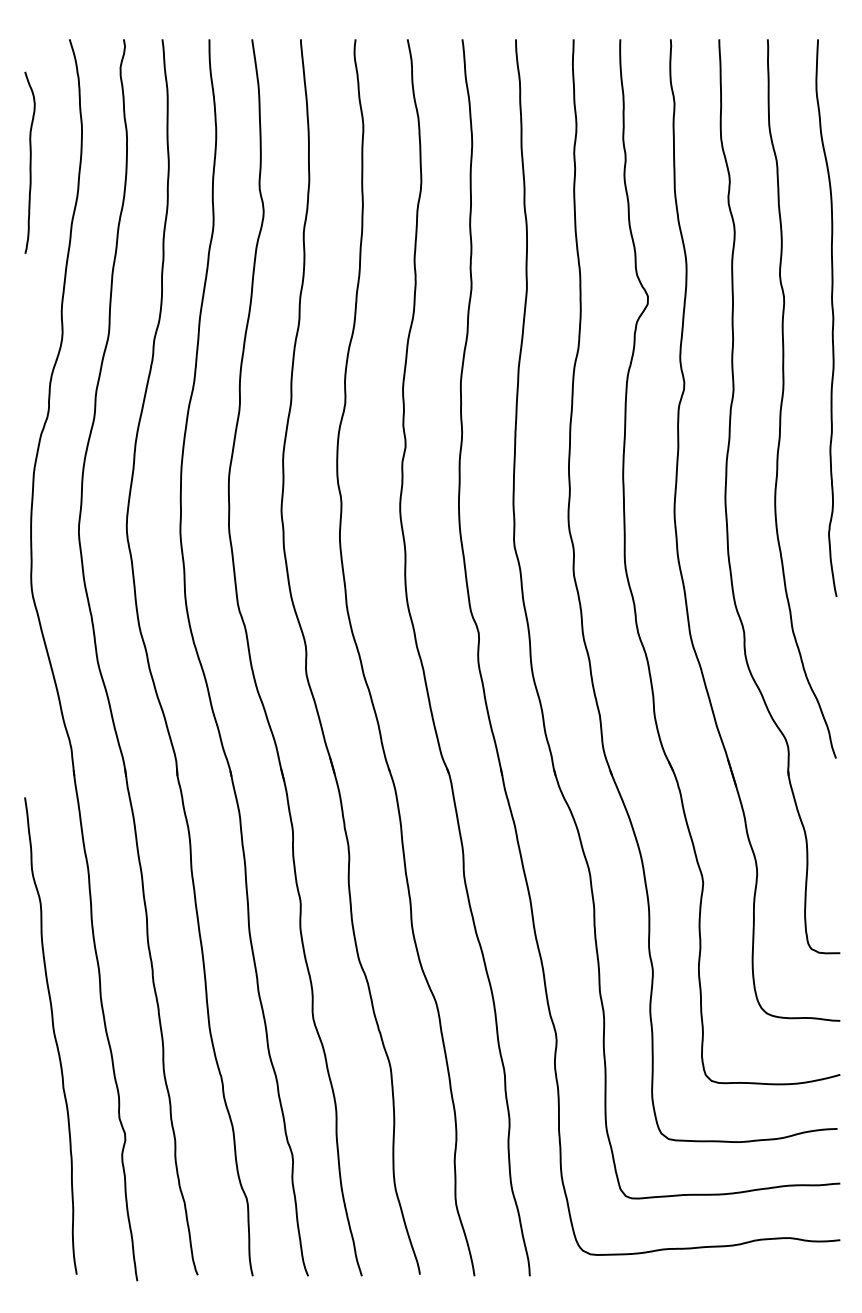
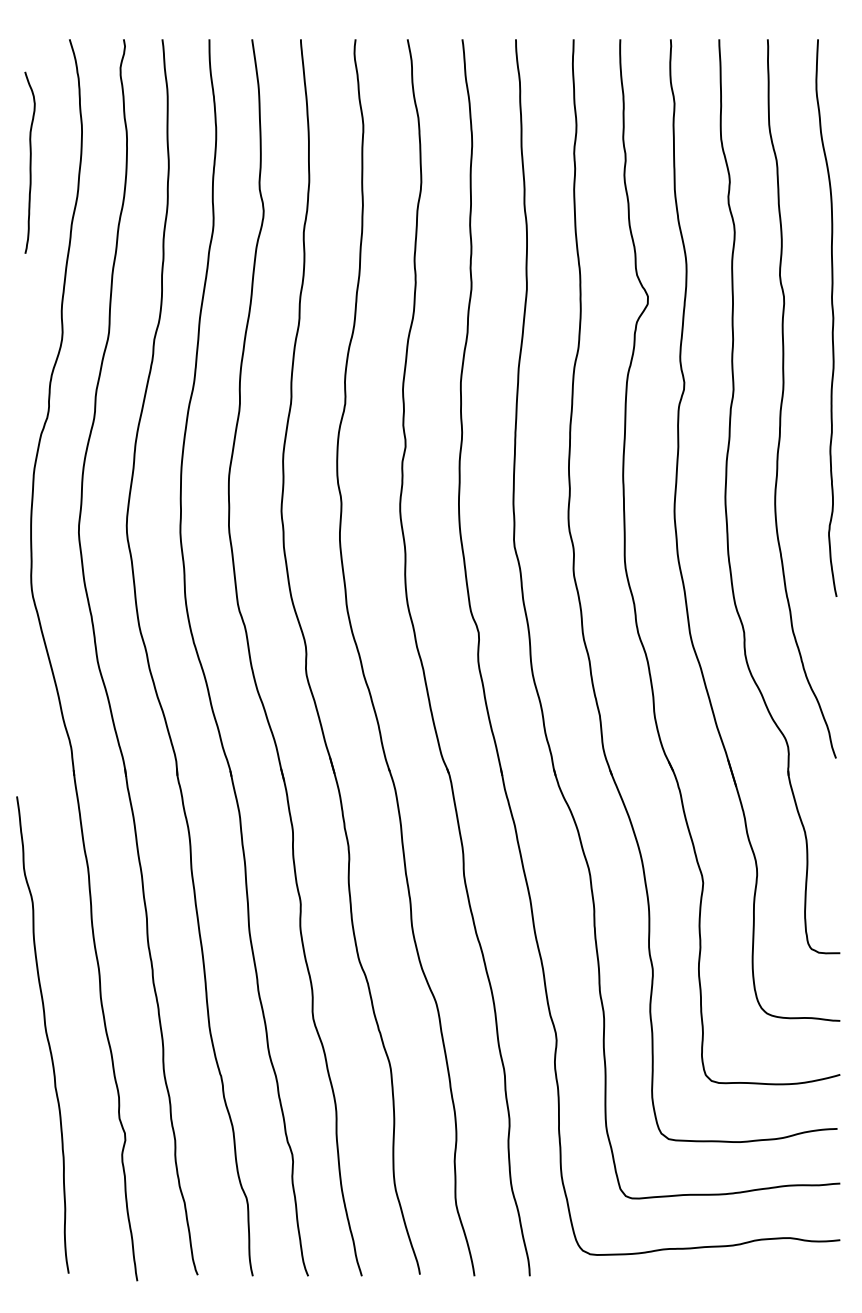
curve at (53, 1035) position: (53, 1035) -> (45, 1034)
